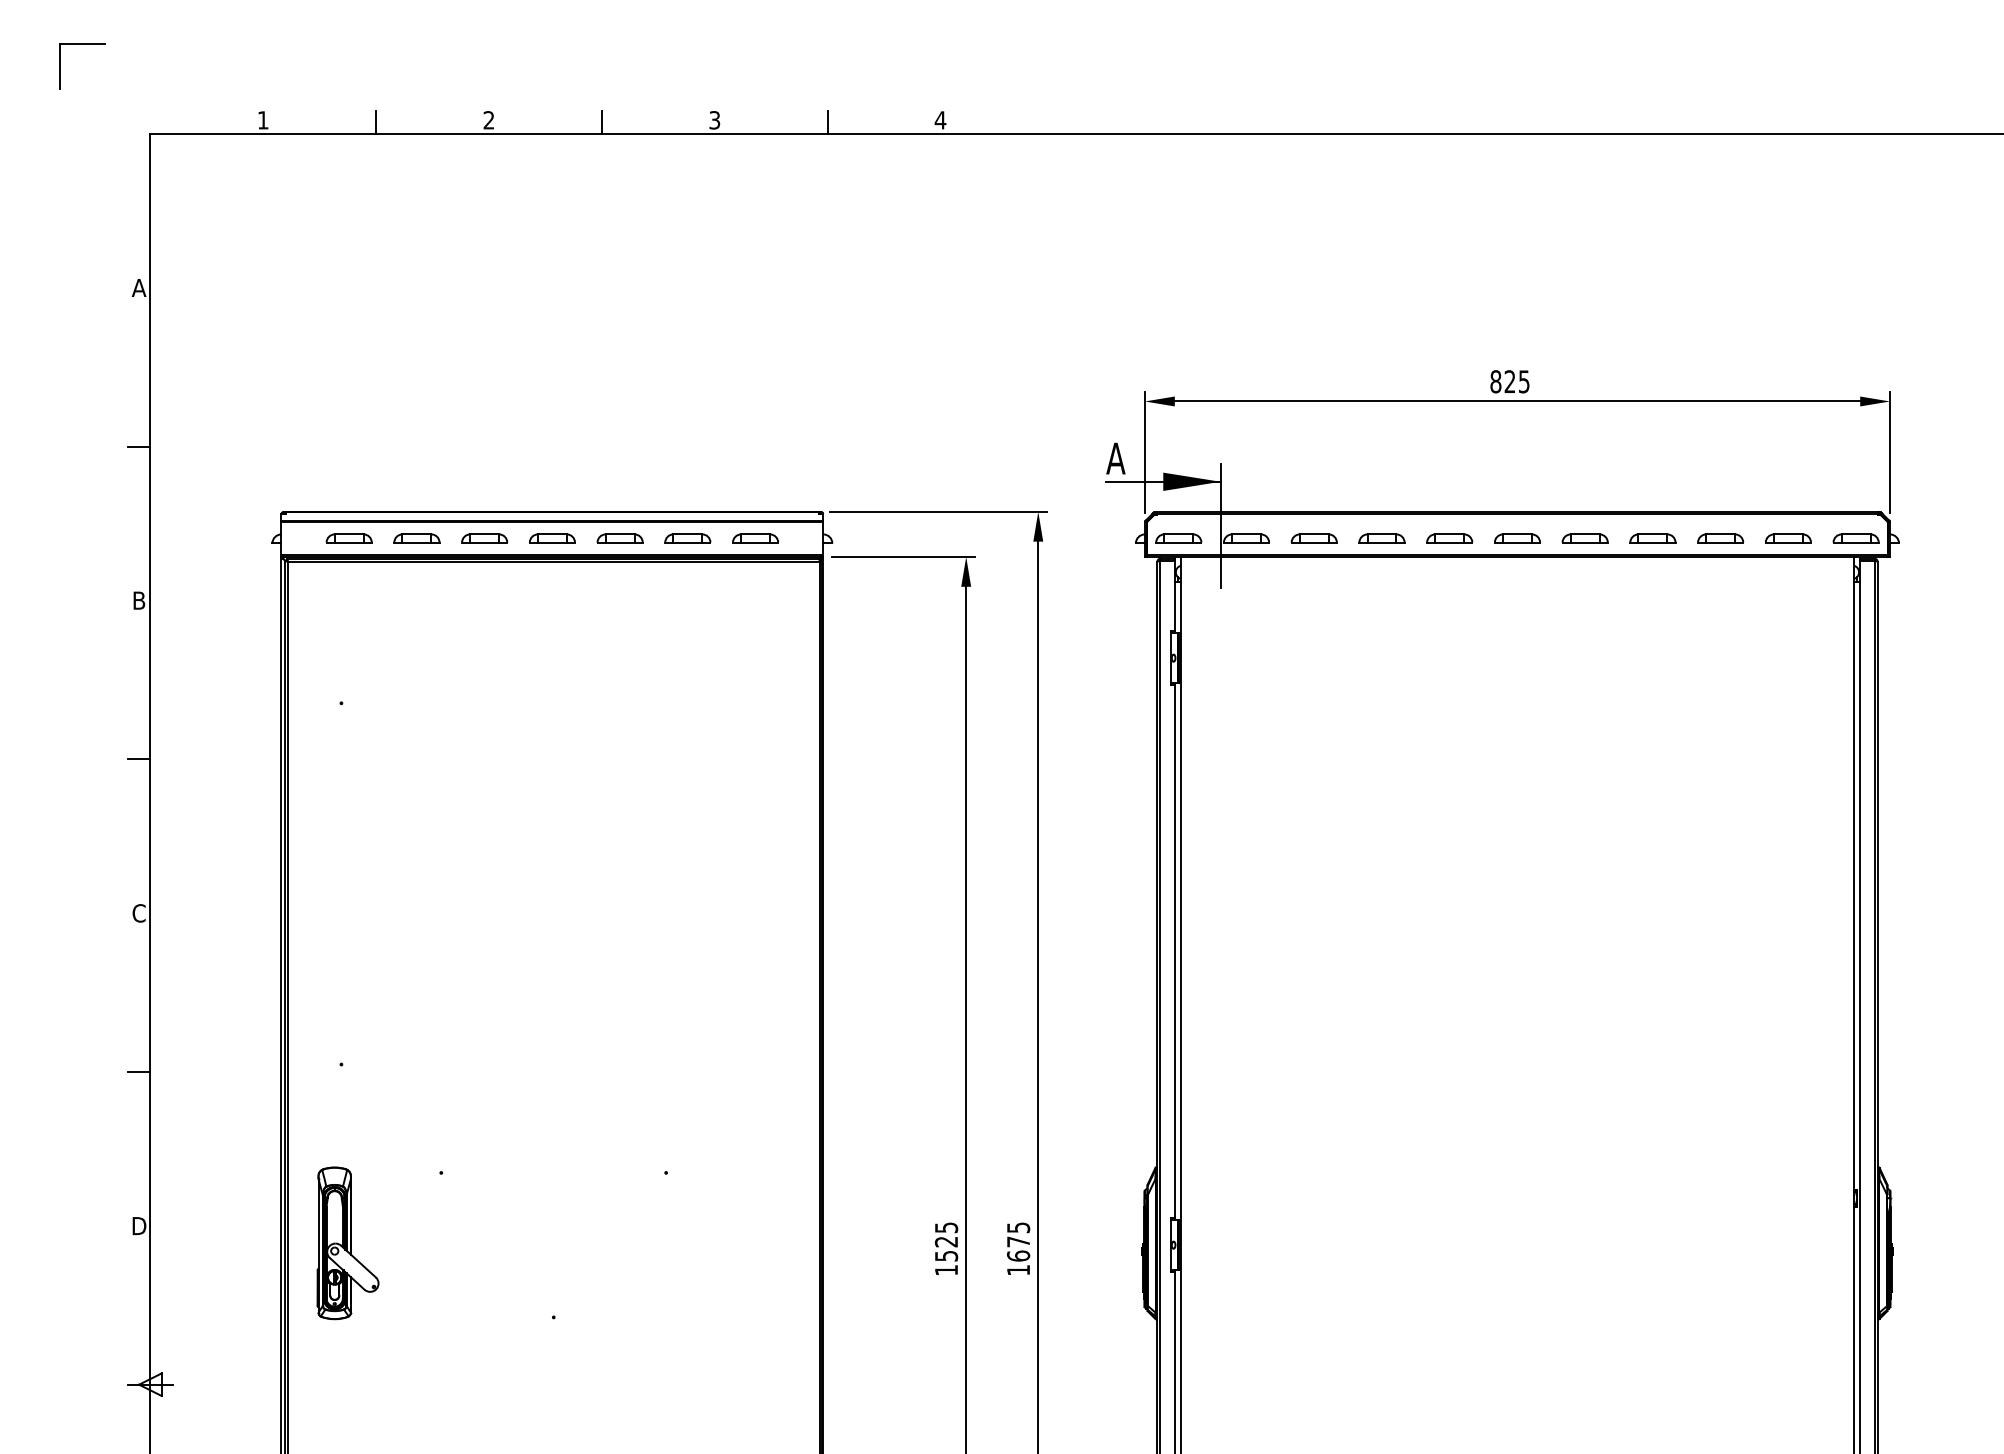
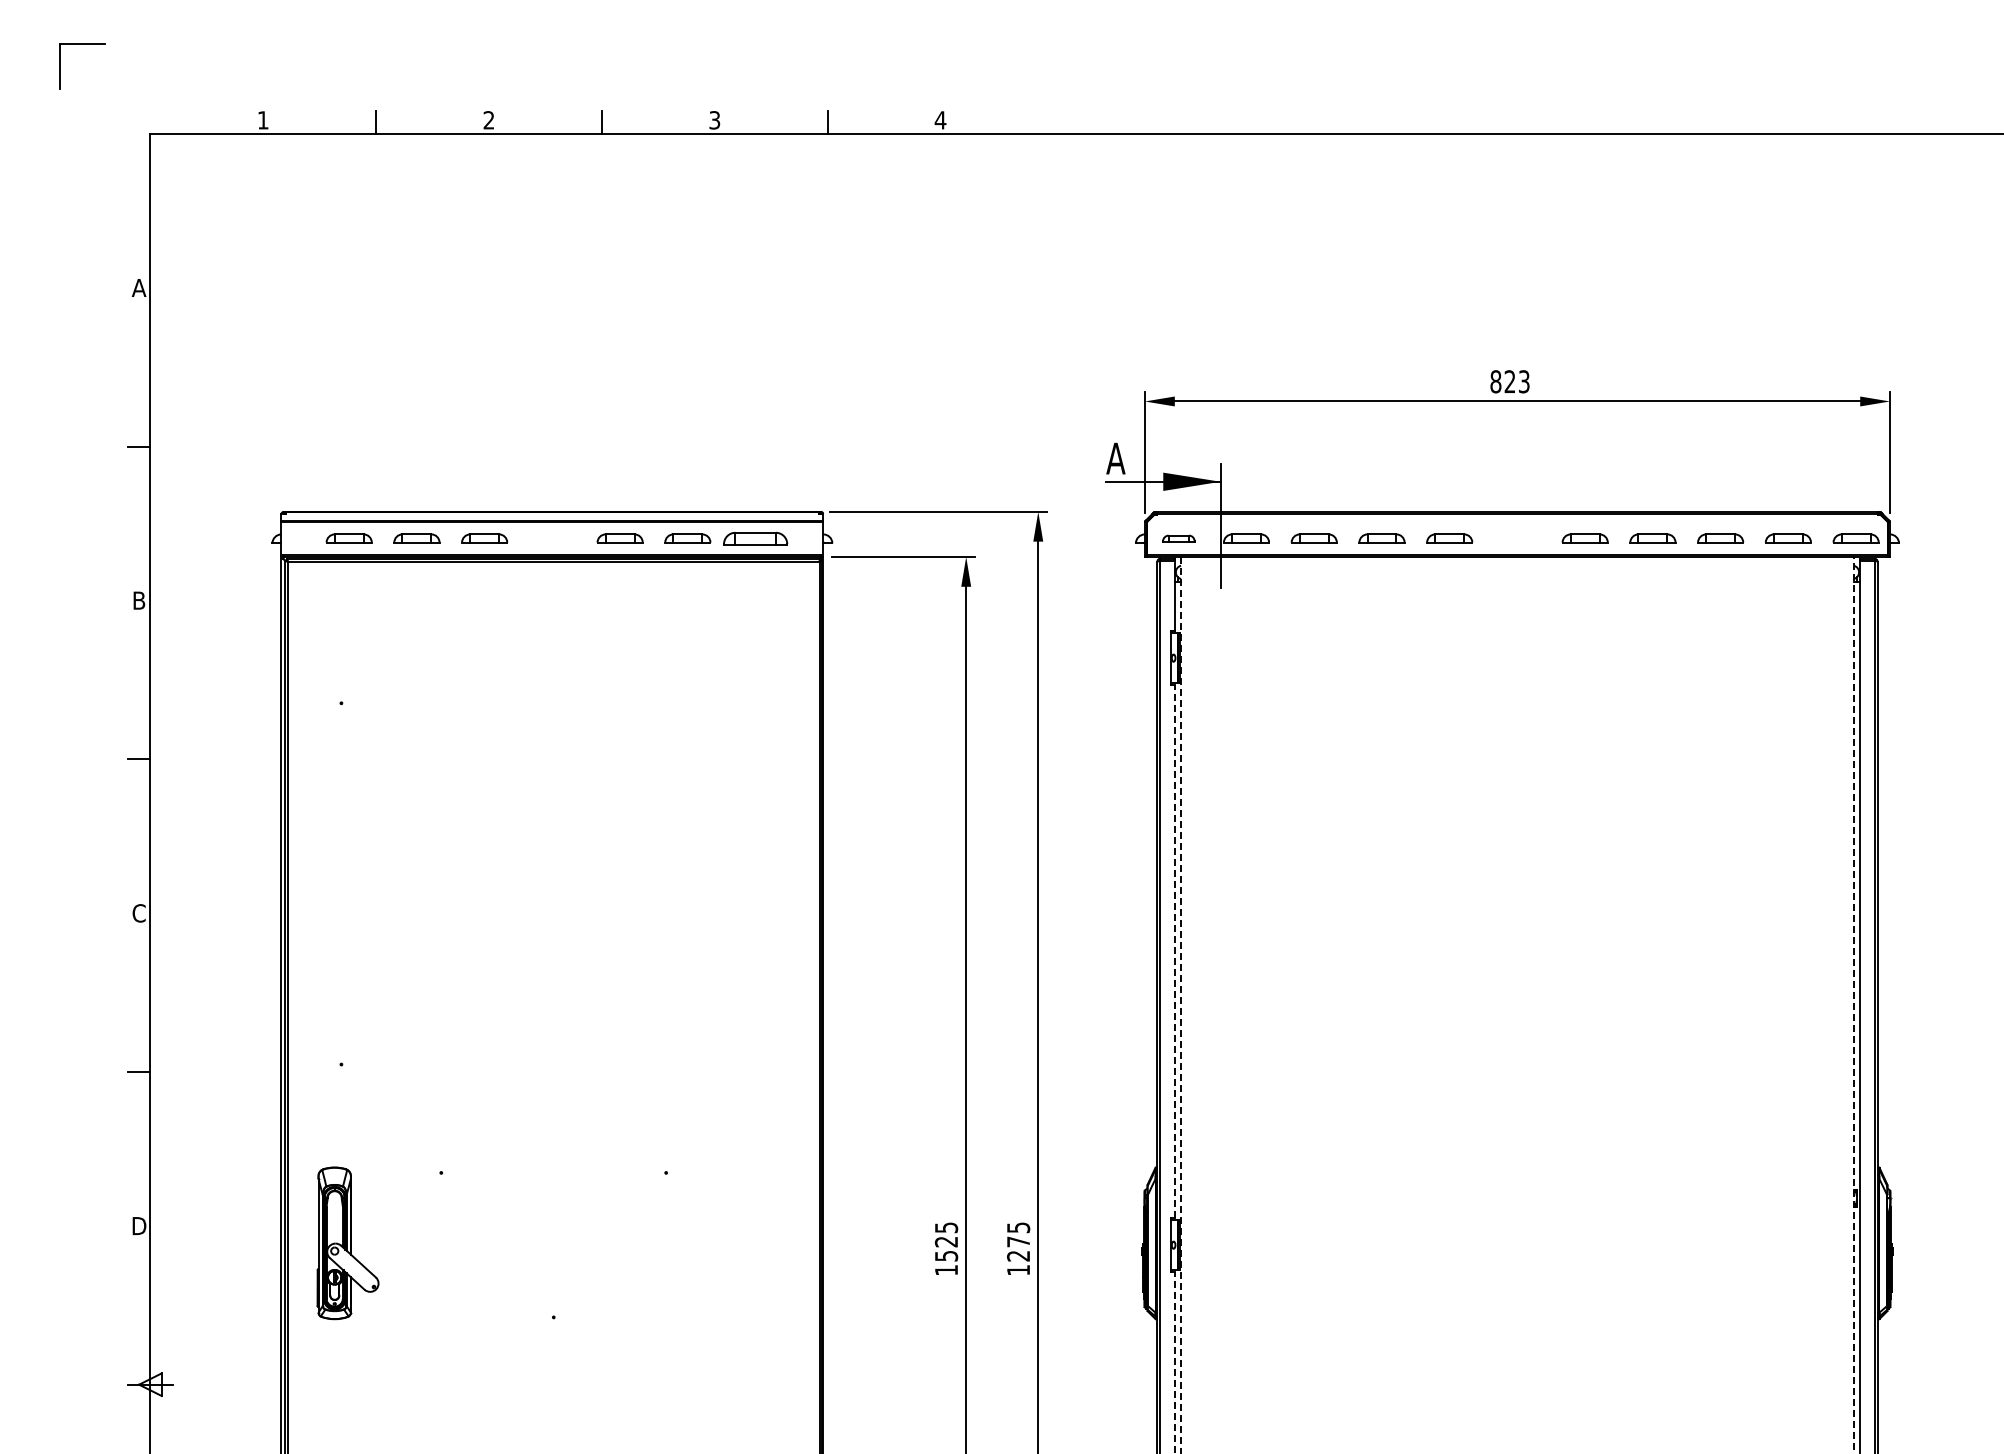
text at (1524, 381): 825 -> 823
part at (552, 538): present -> none
part at (755, 538) size: 47x11 px -> 66x15 px
part at (1178, 538) size: 48x11 px -> 34x9 px
part at (1517, 538): present -> none
line at (1174, 951): solid -> dashed
line at (1853, 1004): solid -> dashed
line at (1181, 1005): solid -> dashed
text at (1018, 1255): 1675 -> 1275
line at (1174, 1362): solid -> dashed
